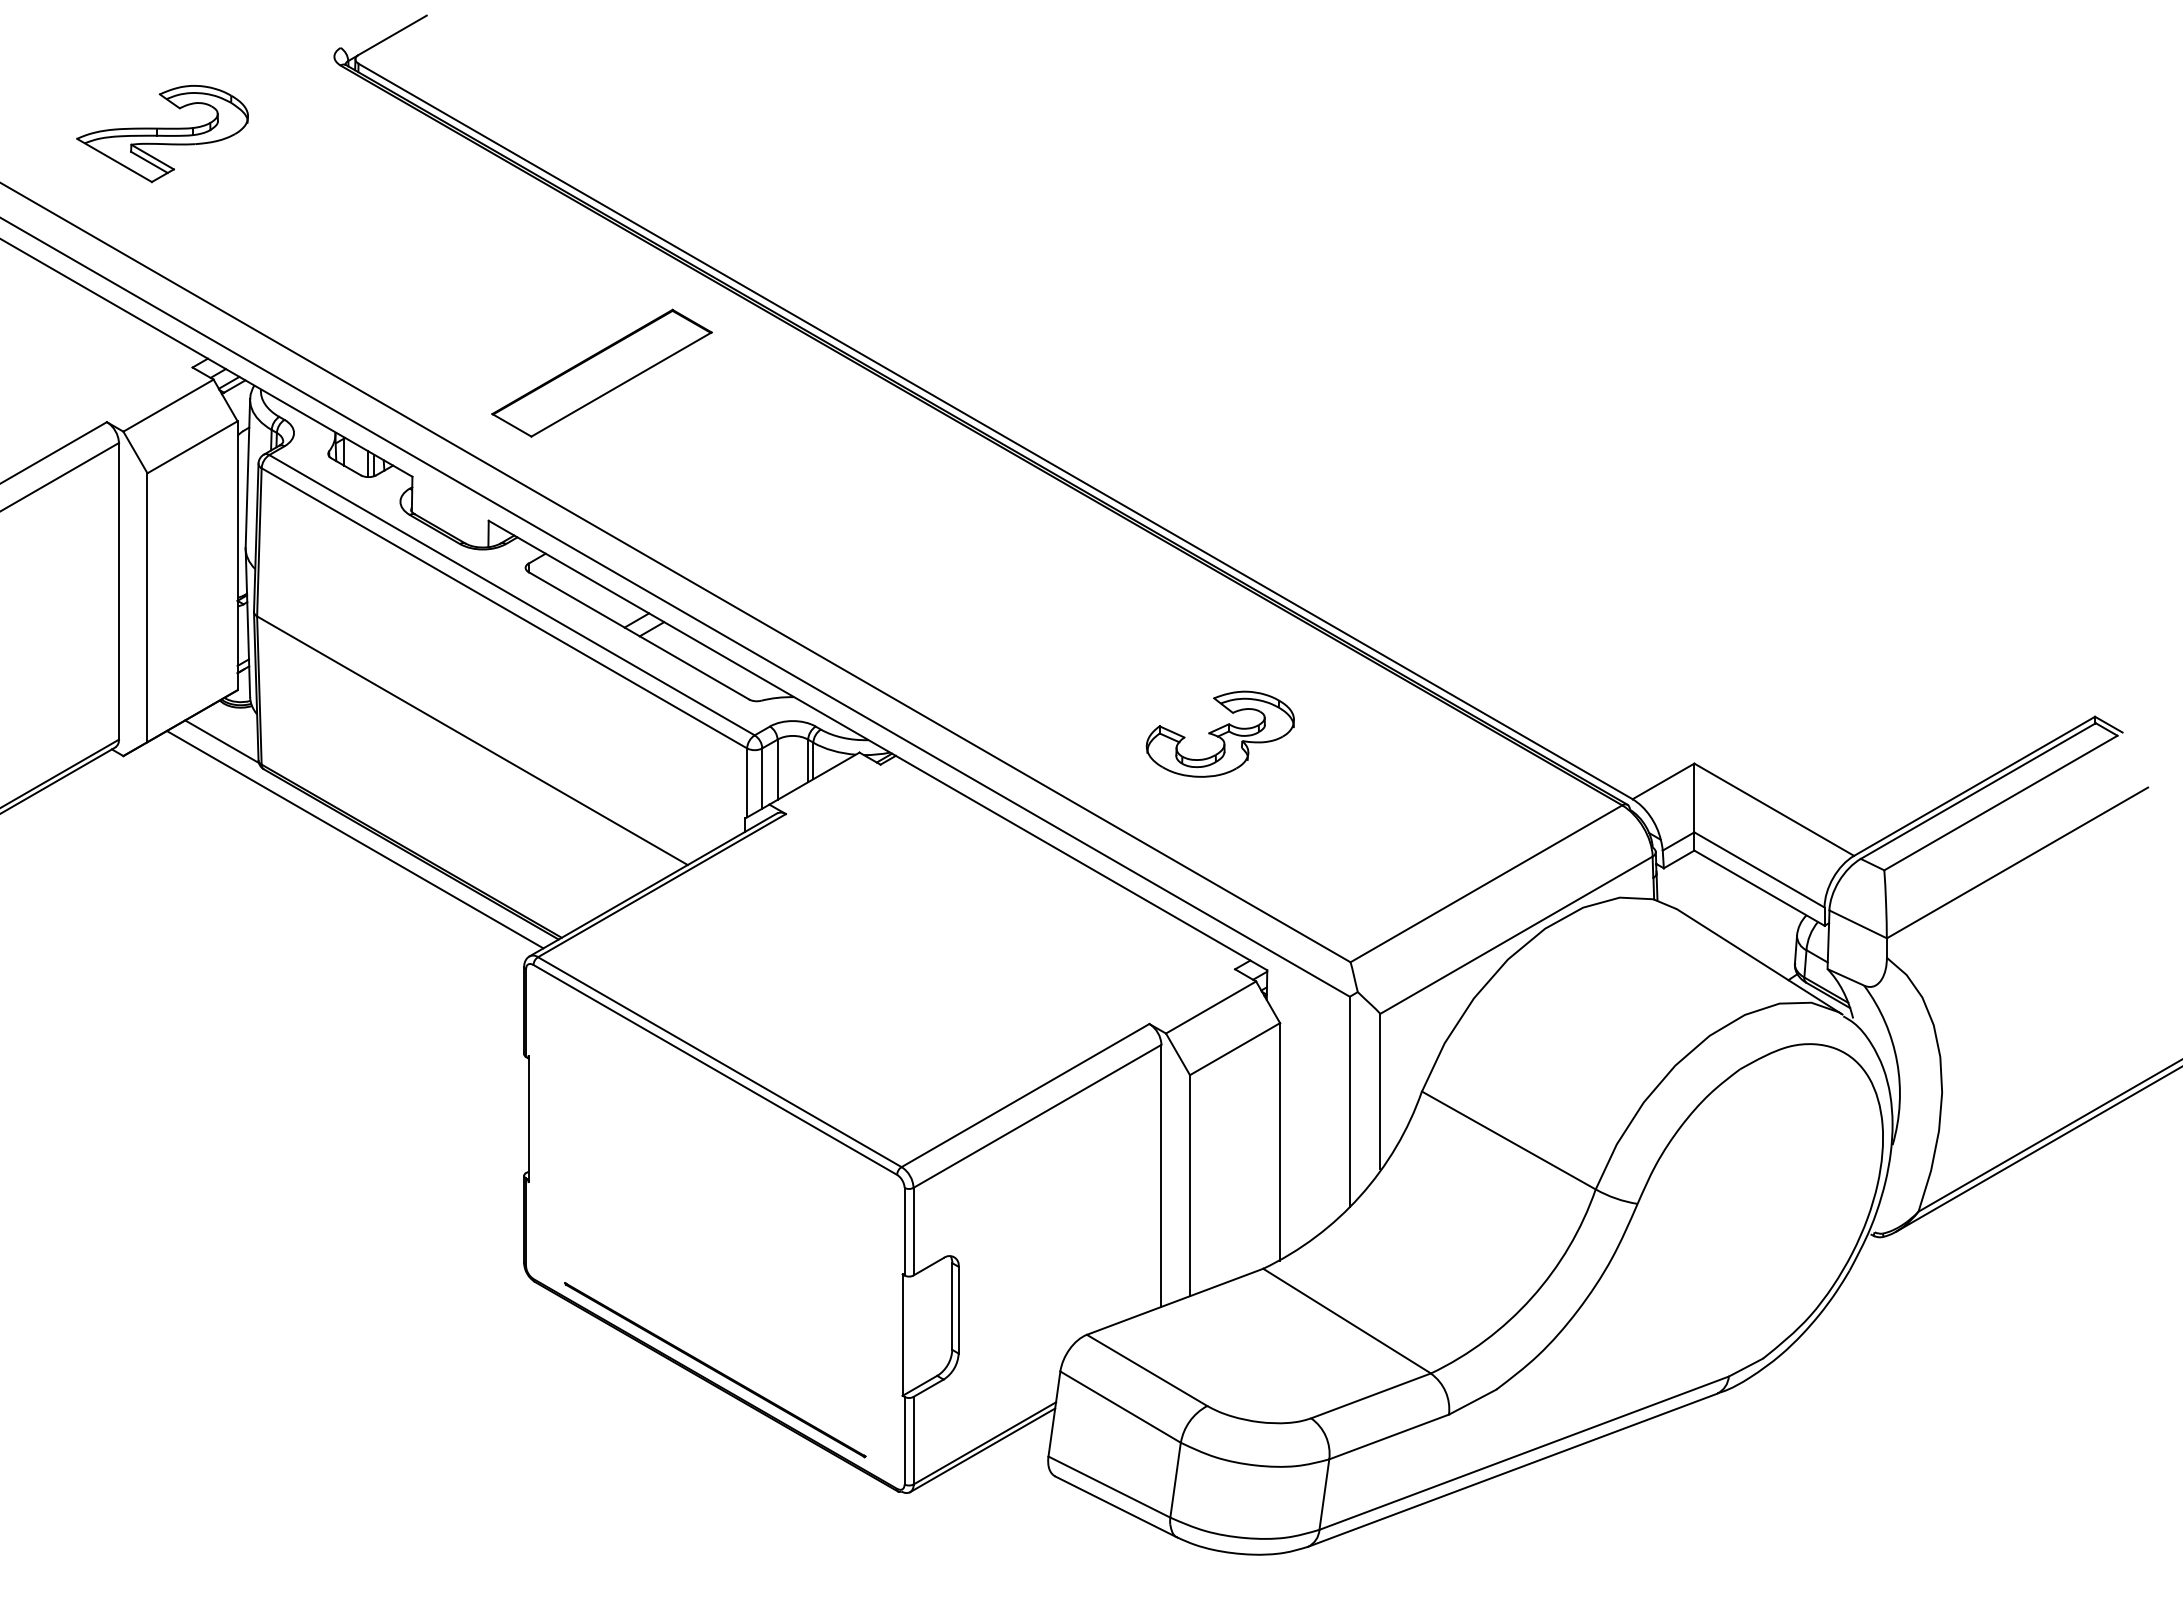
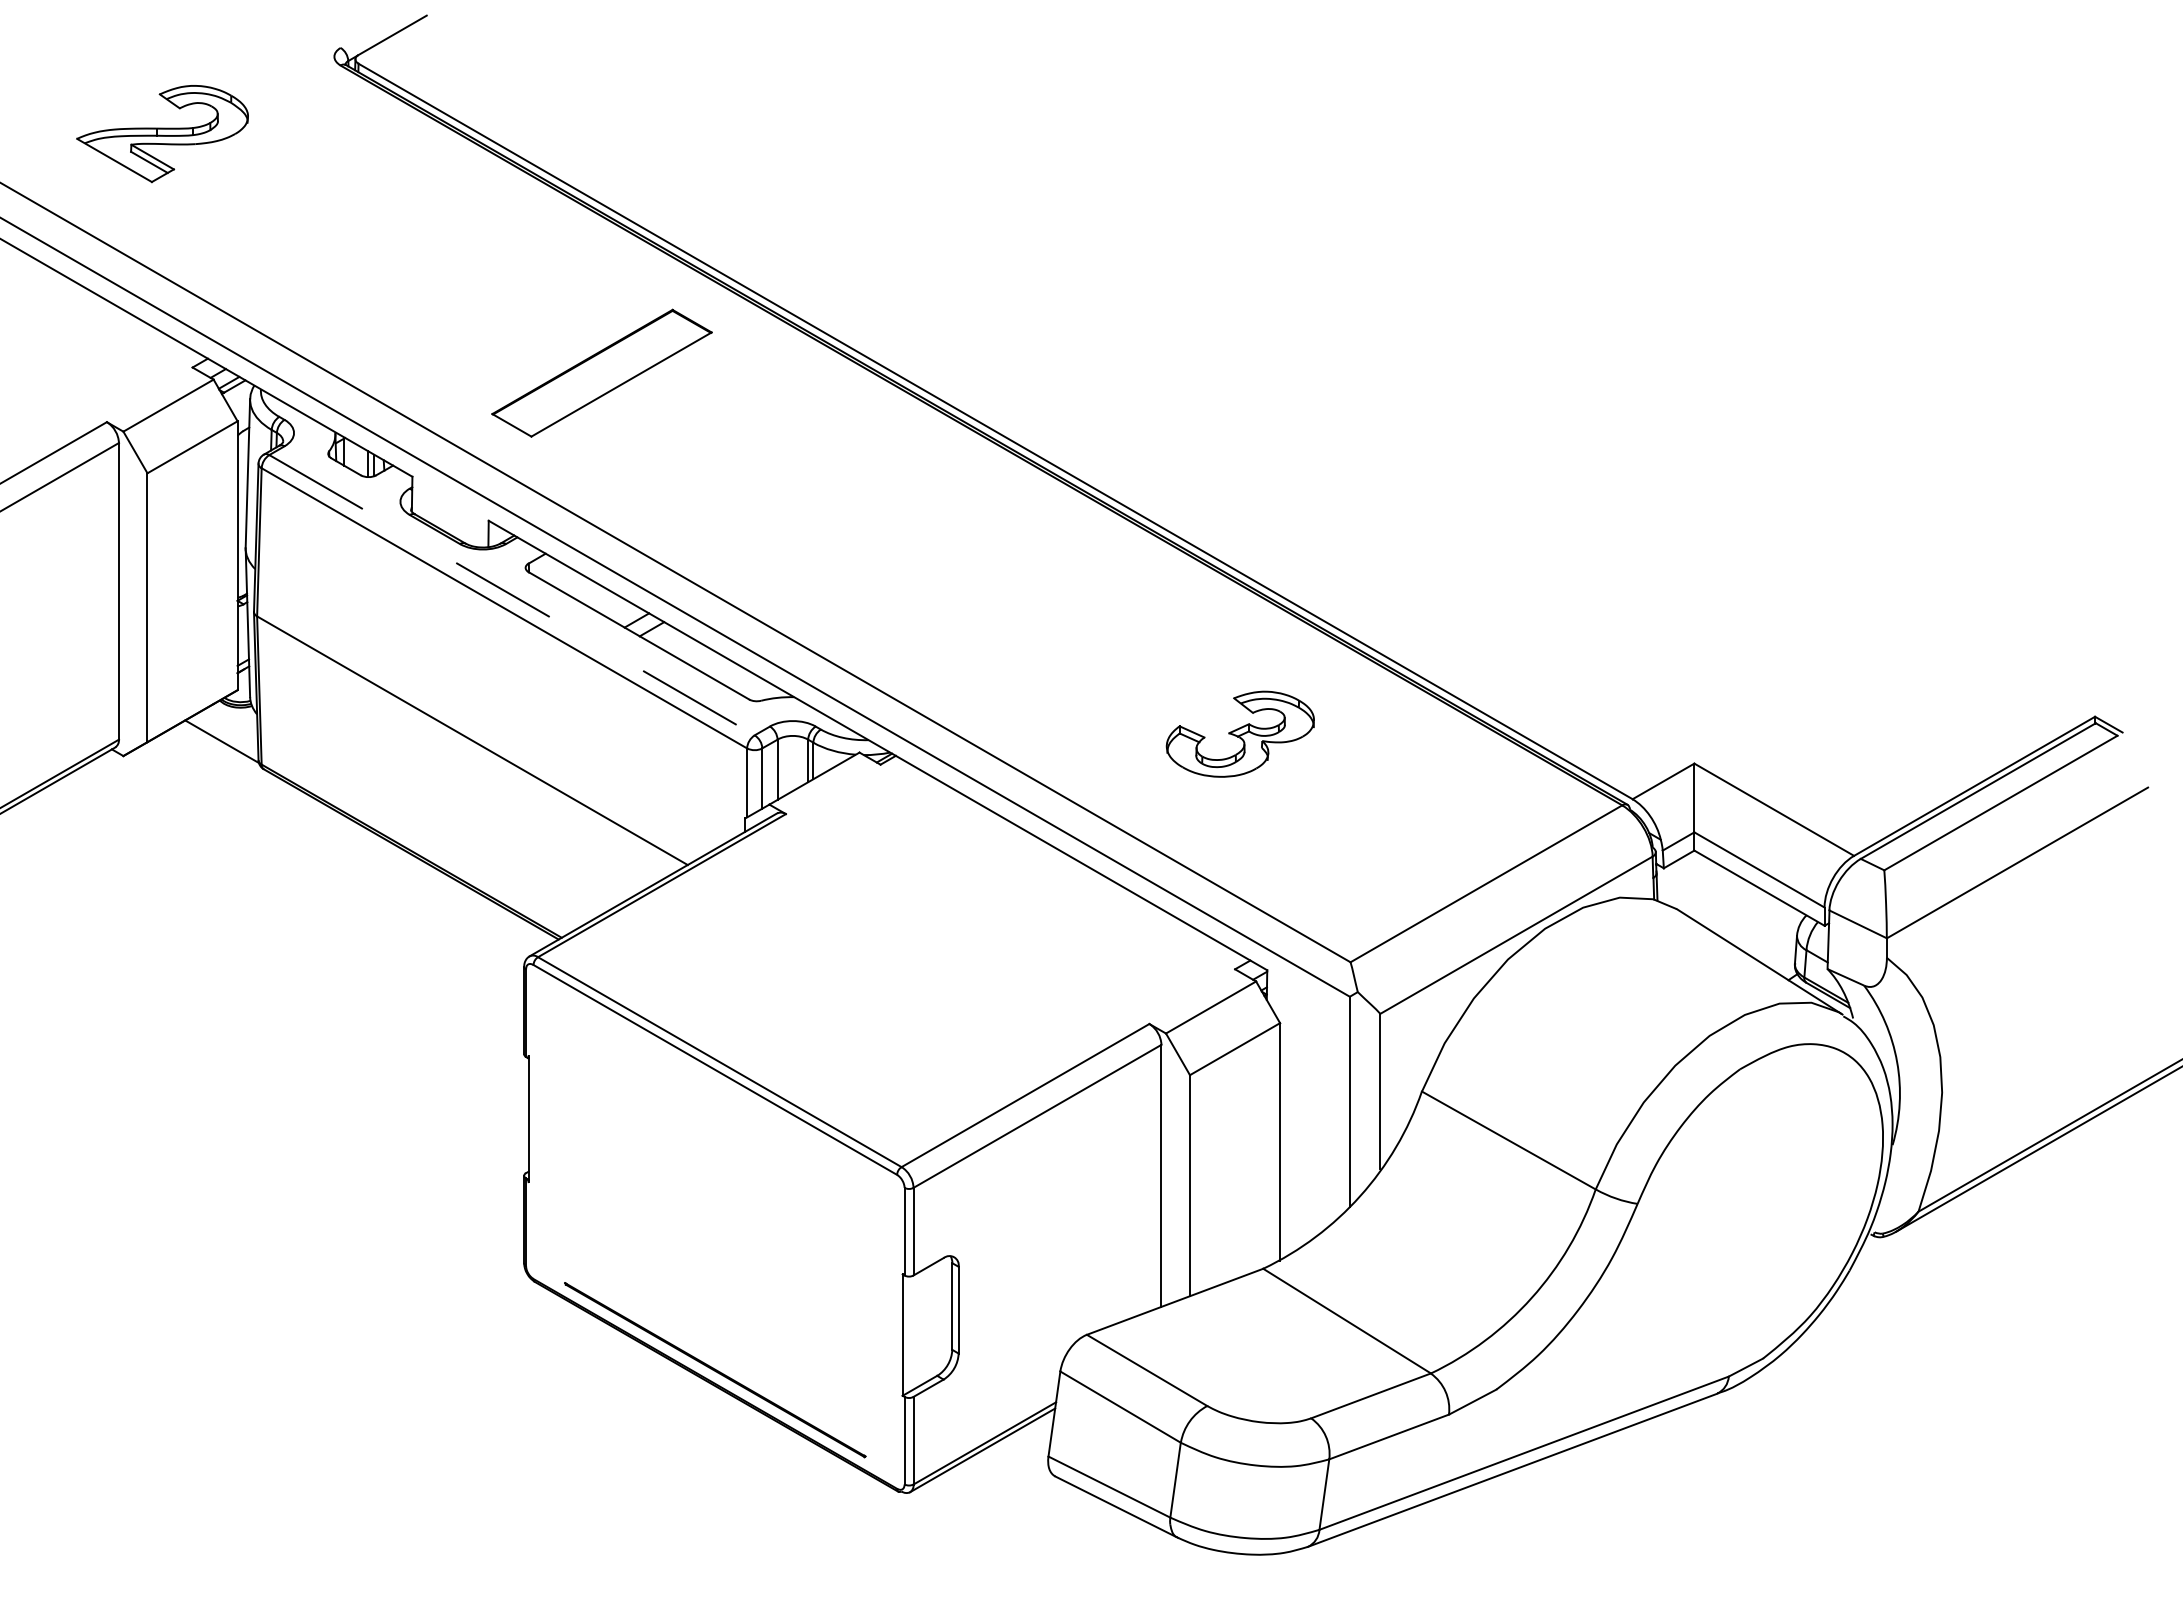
line at (512, 595): solid -> dashed
part at (1219, 733) position: (1219, 733) -> (1239, 733)
line at (354, 839): present -> none
